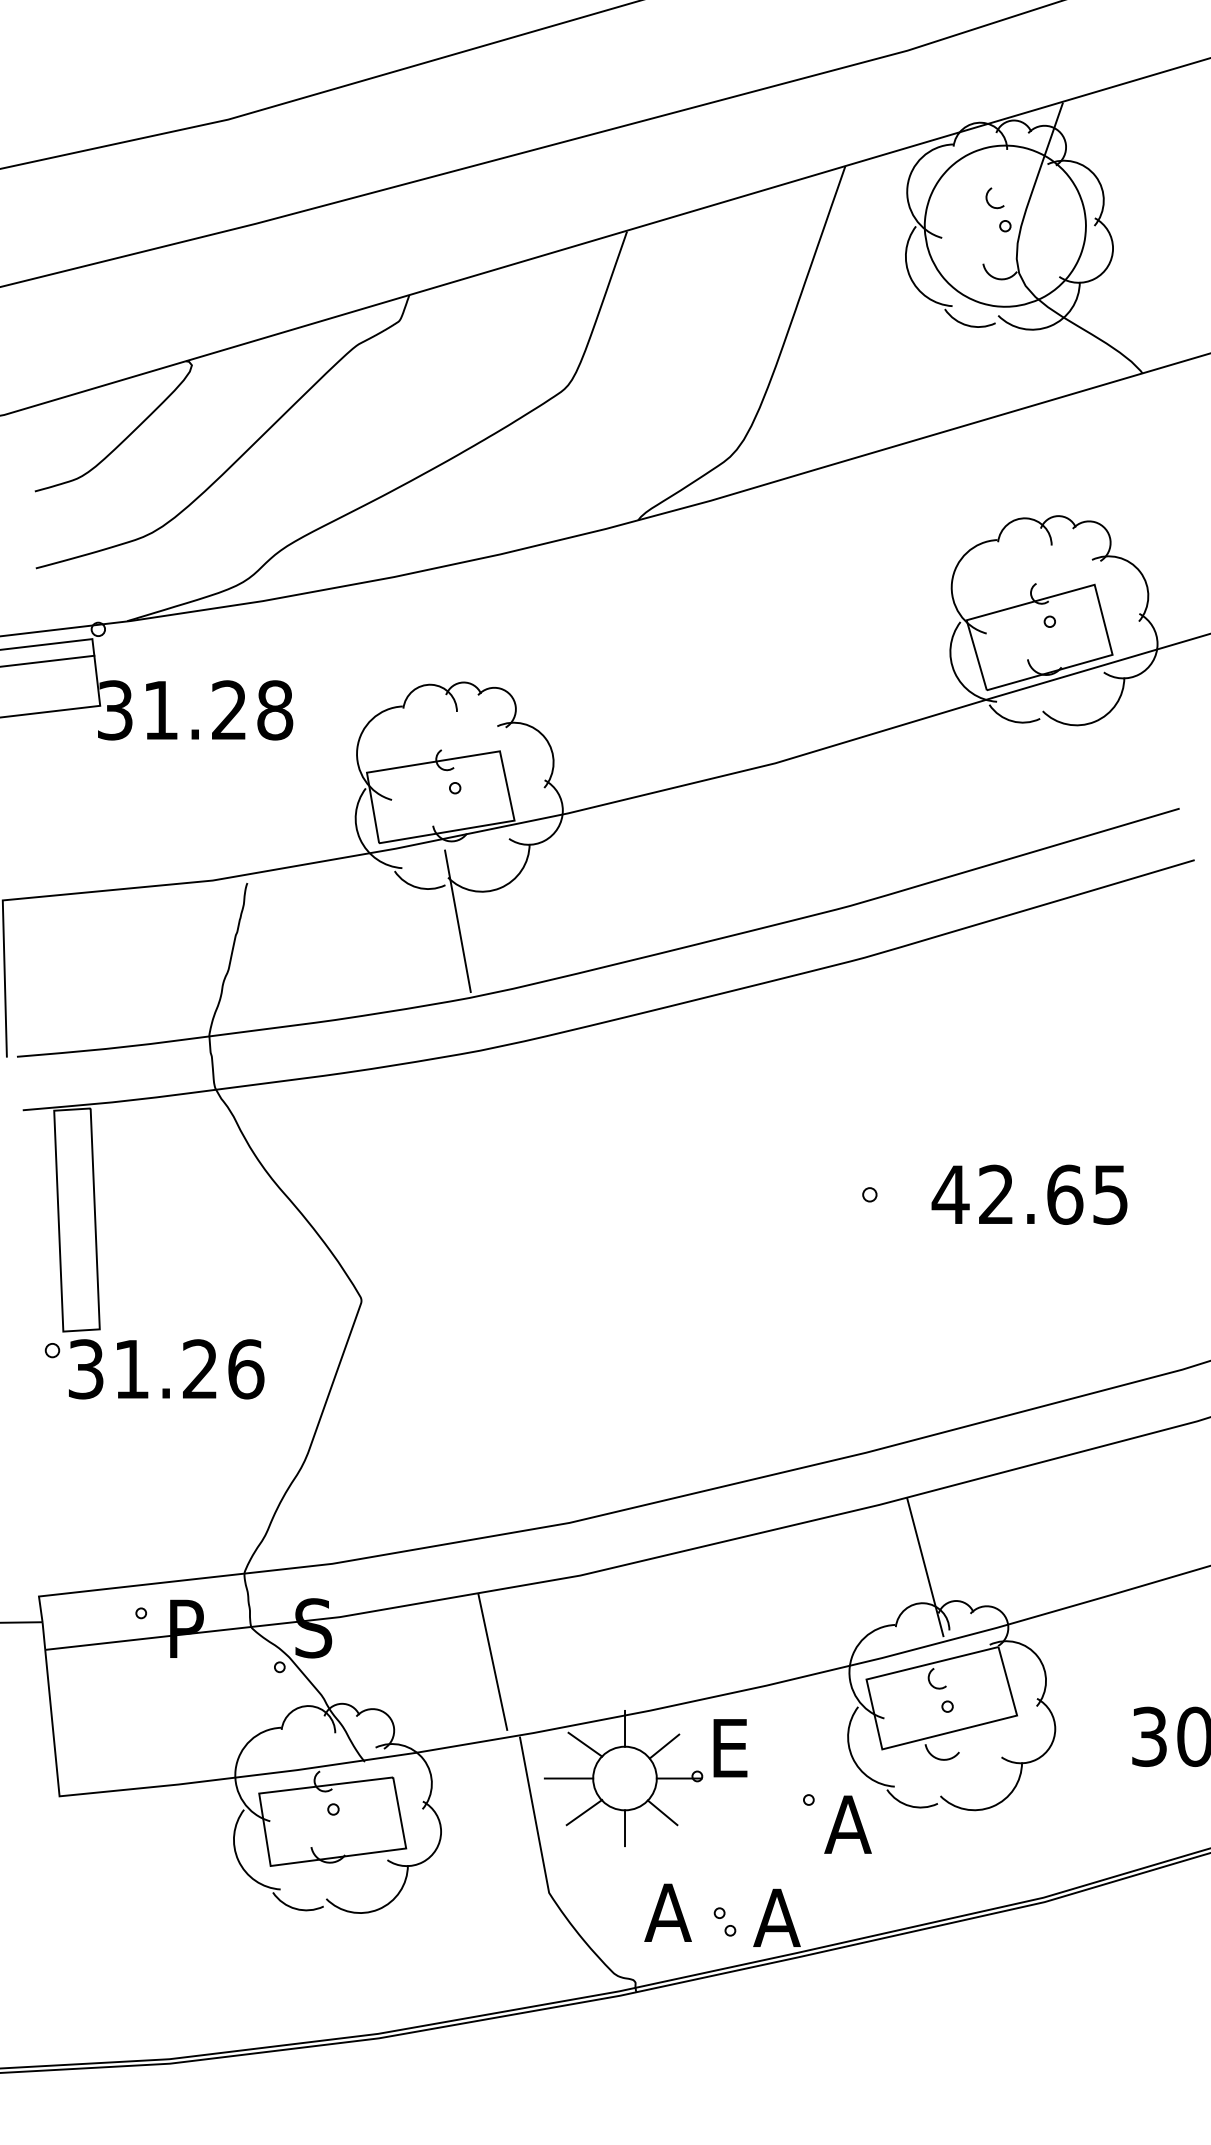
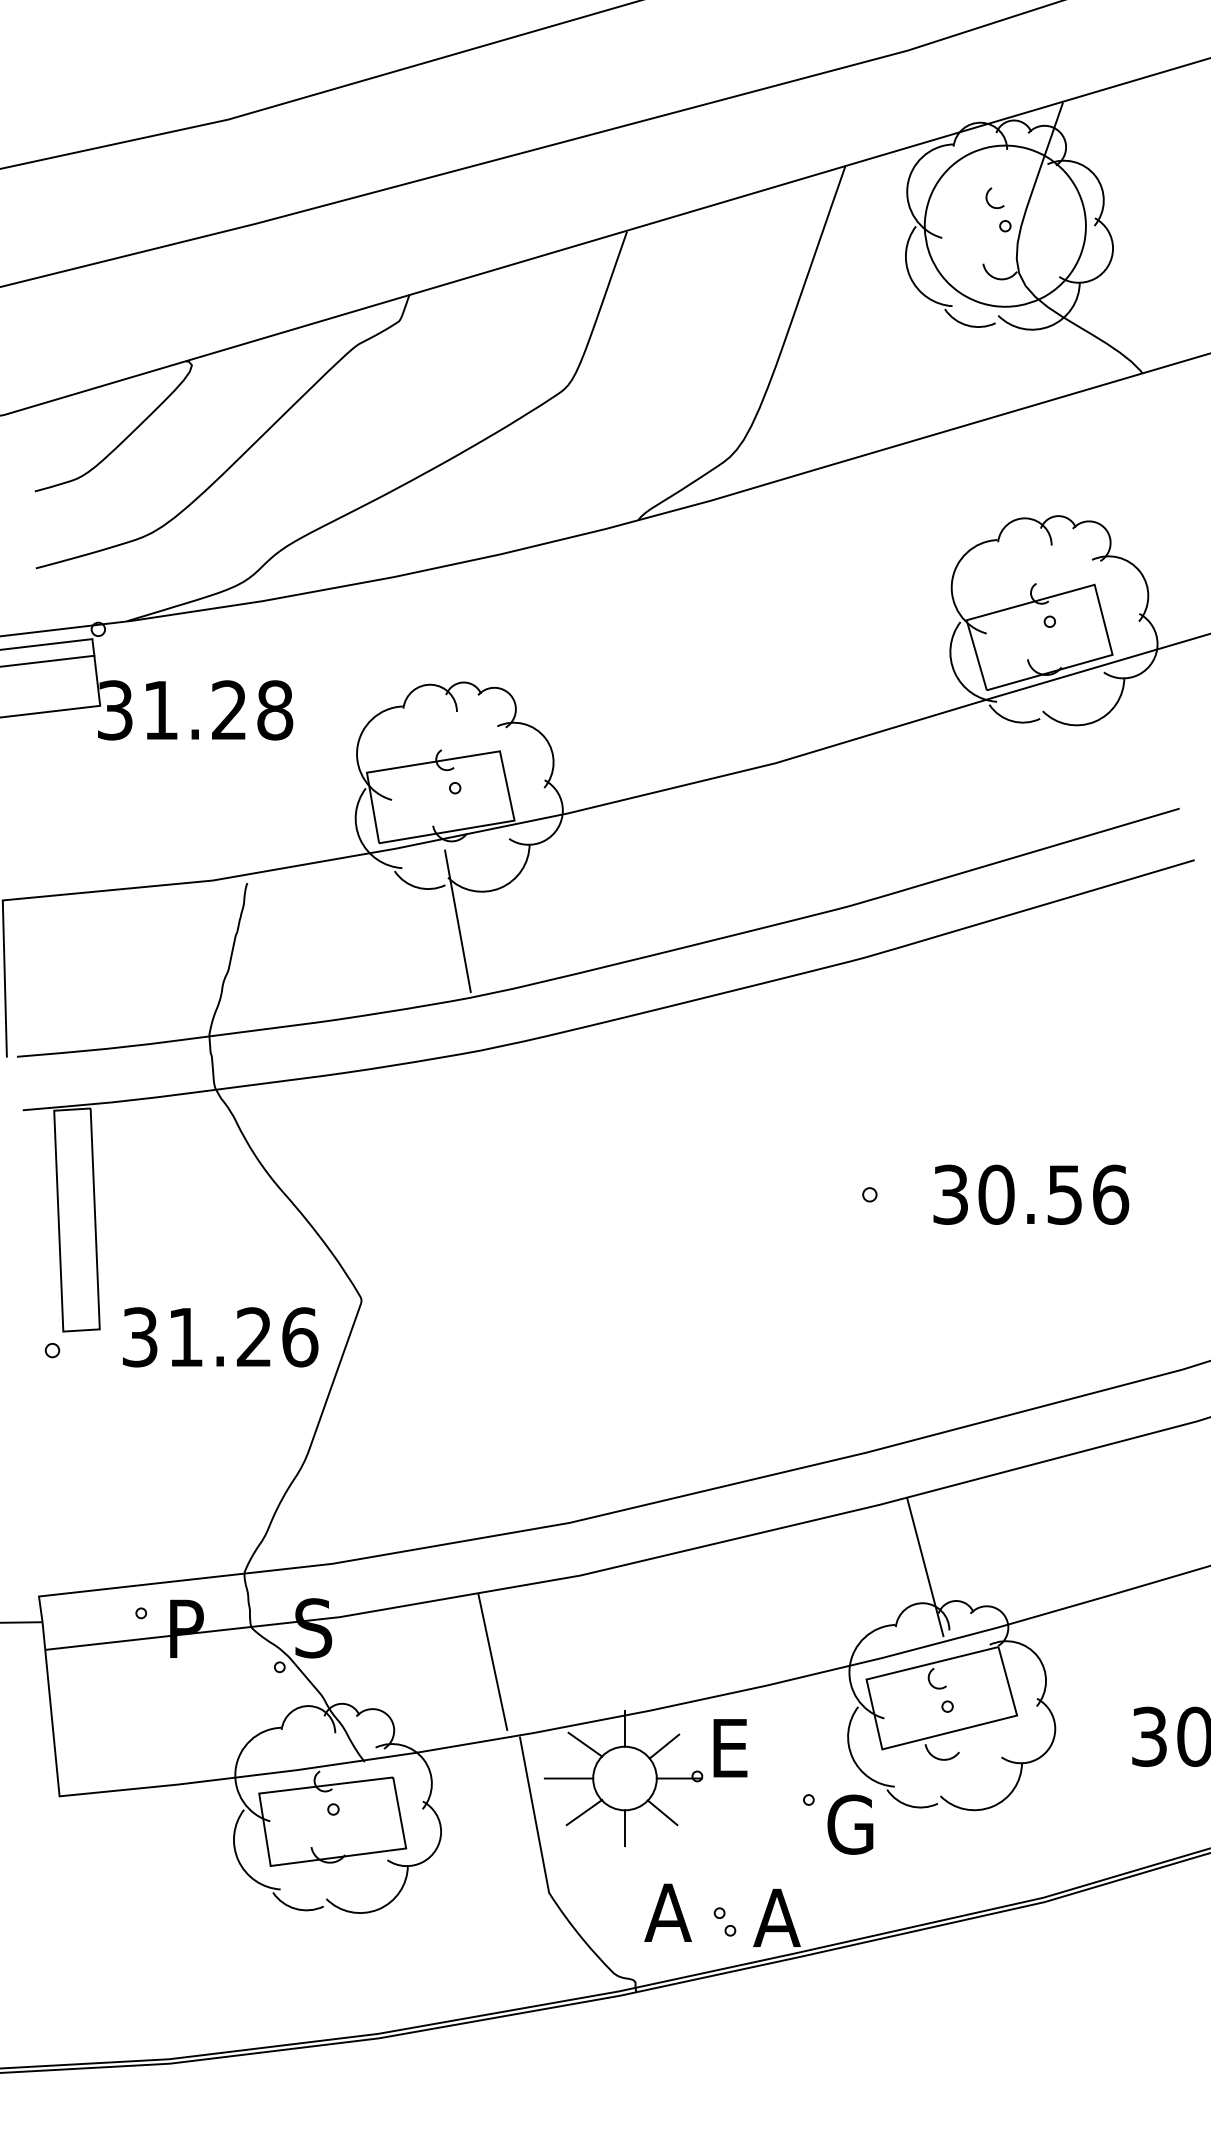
text at (1030, 1194): 42.65 -> 30.56
text at (166, 1369) position: (166, 1369) -> (220, 1337)
text at (848, 1824): A -> G
